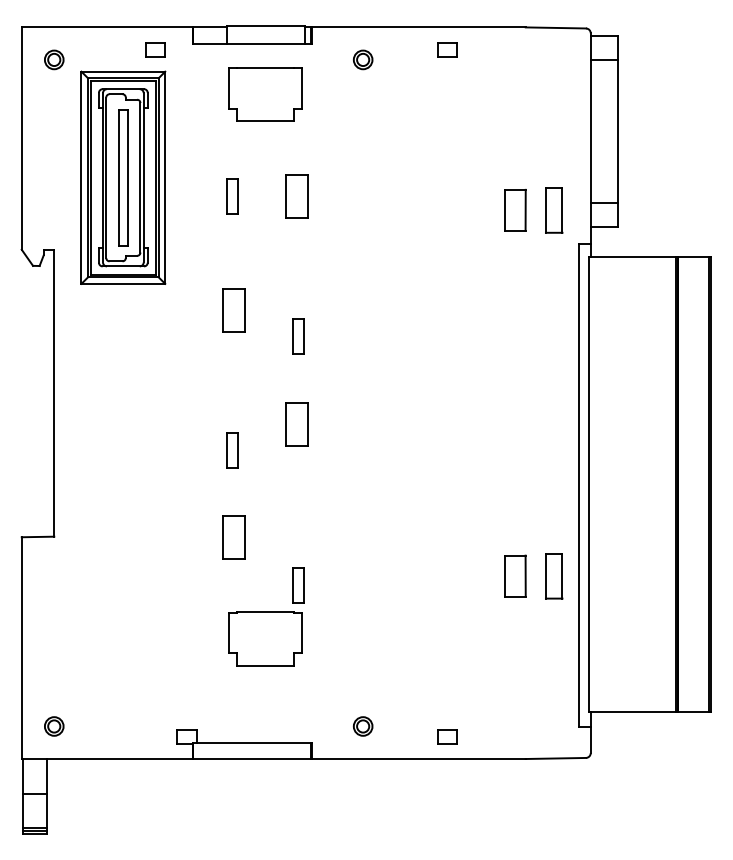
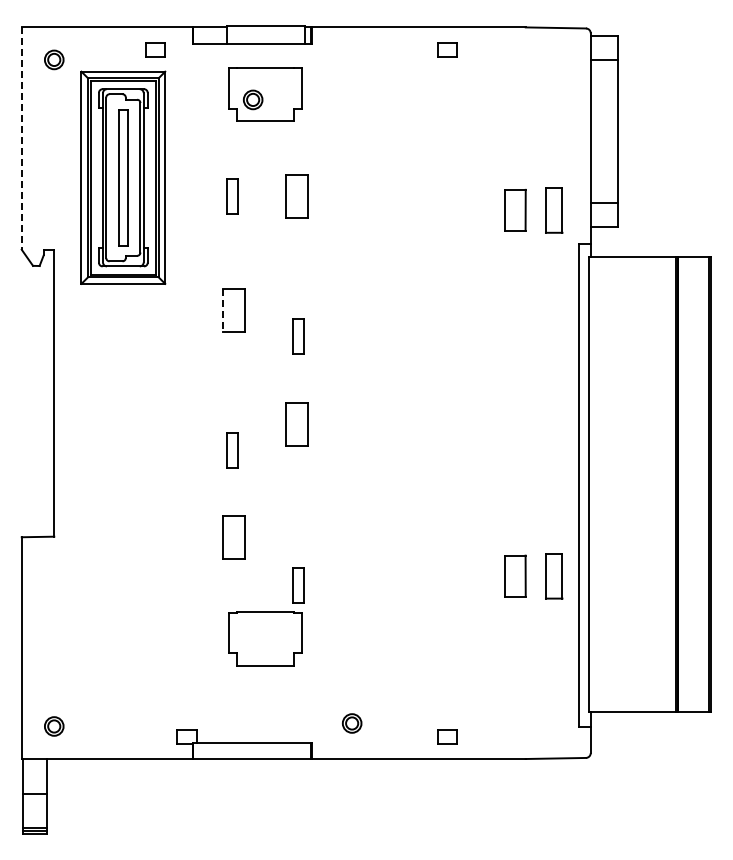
part at (363, 59) position: (363, 59) -> (253, 99)
line at (21, 139): solid -> dashed
line at (222, 310): solid -> dashed
part at (363, 726) position: (363, 726) -> (352, 723)
